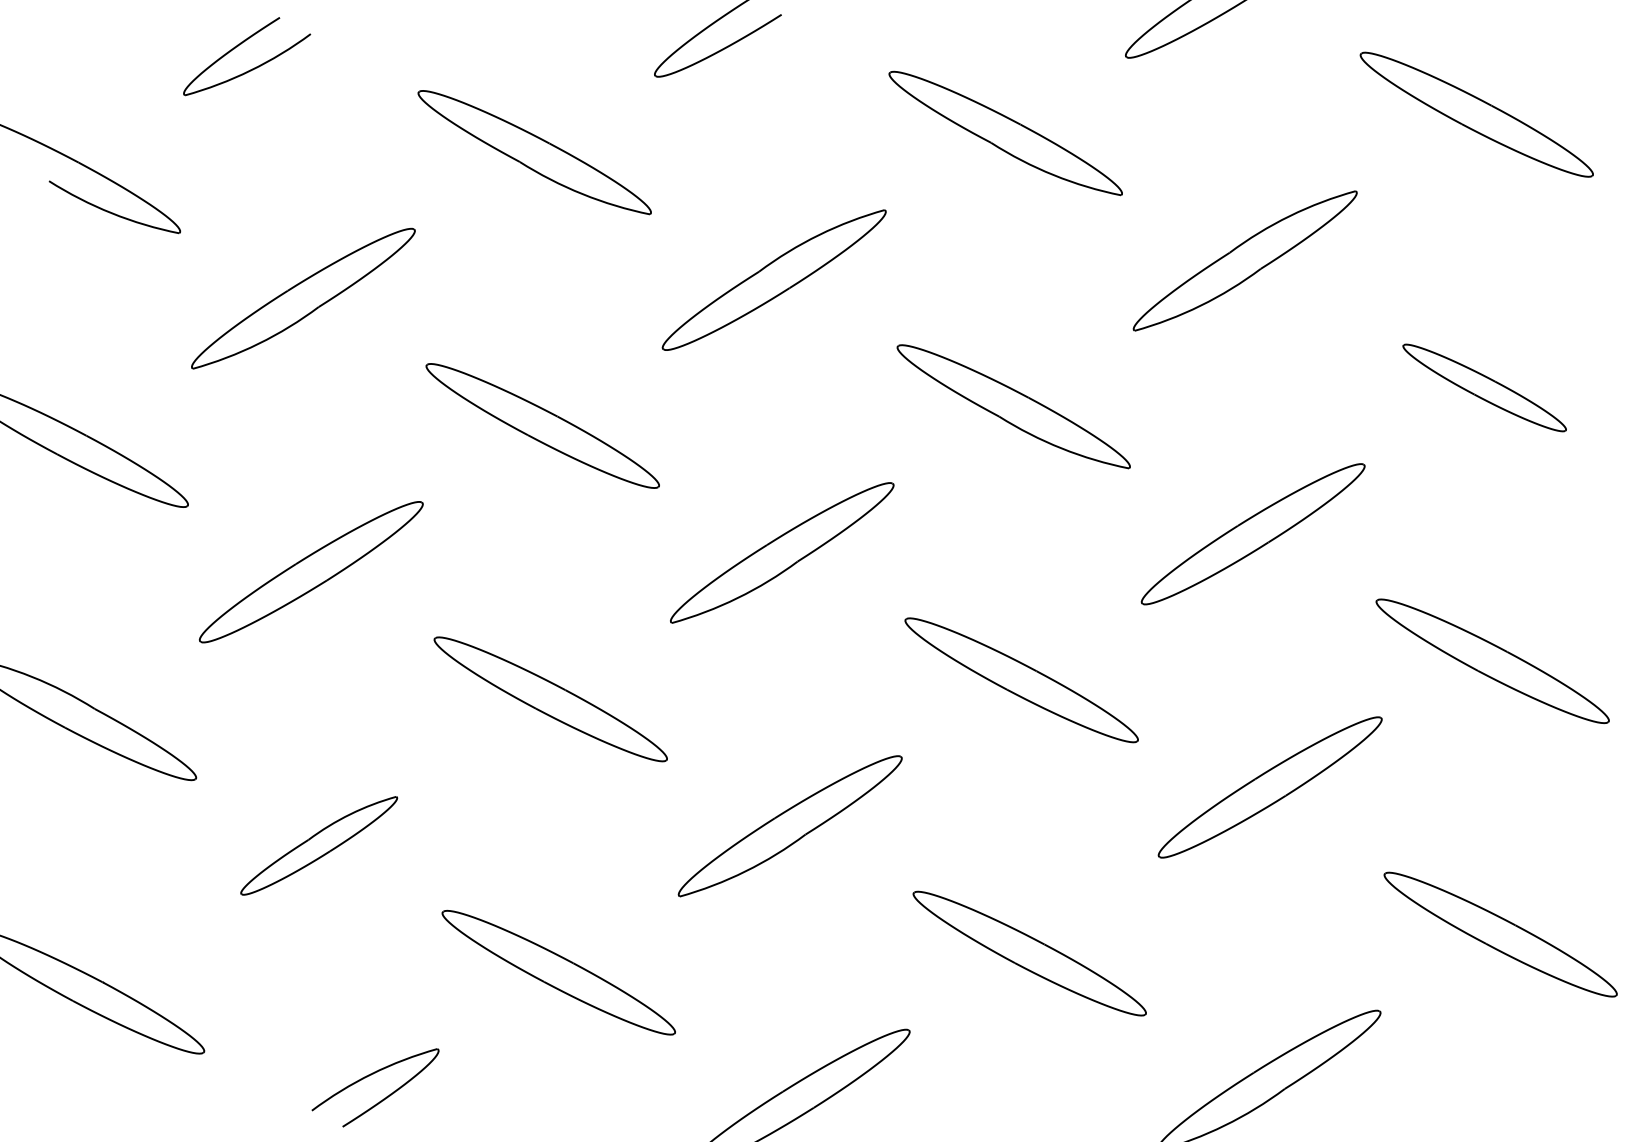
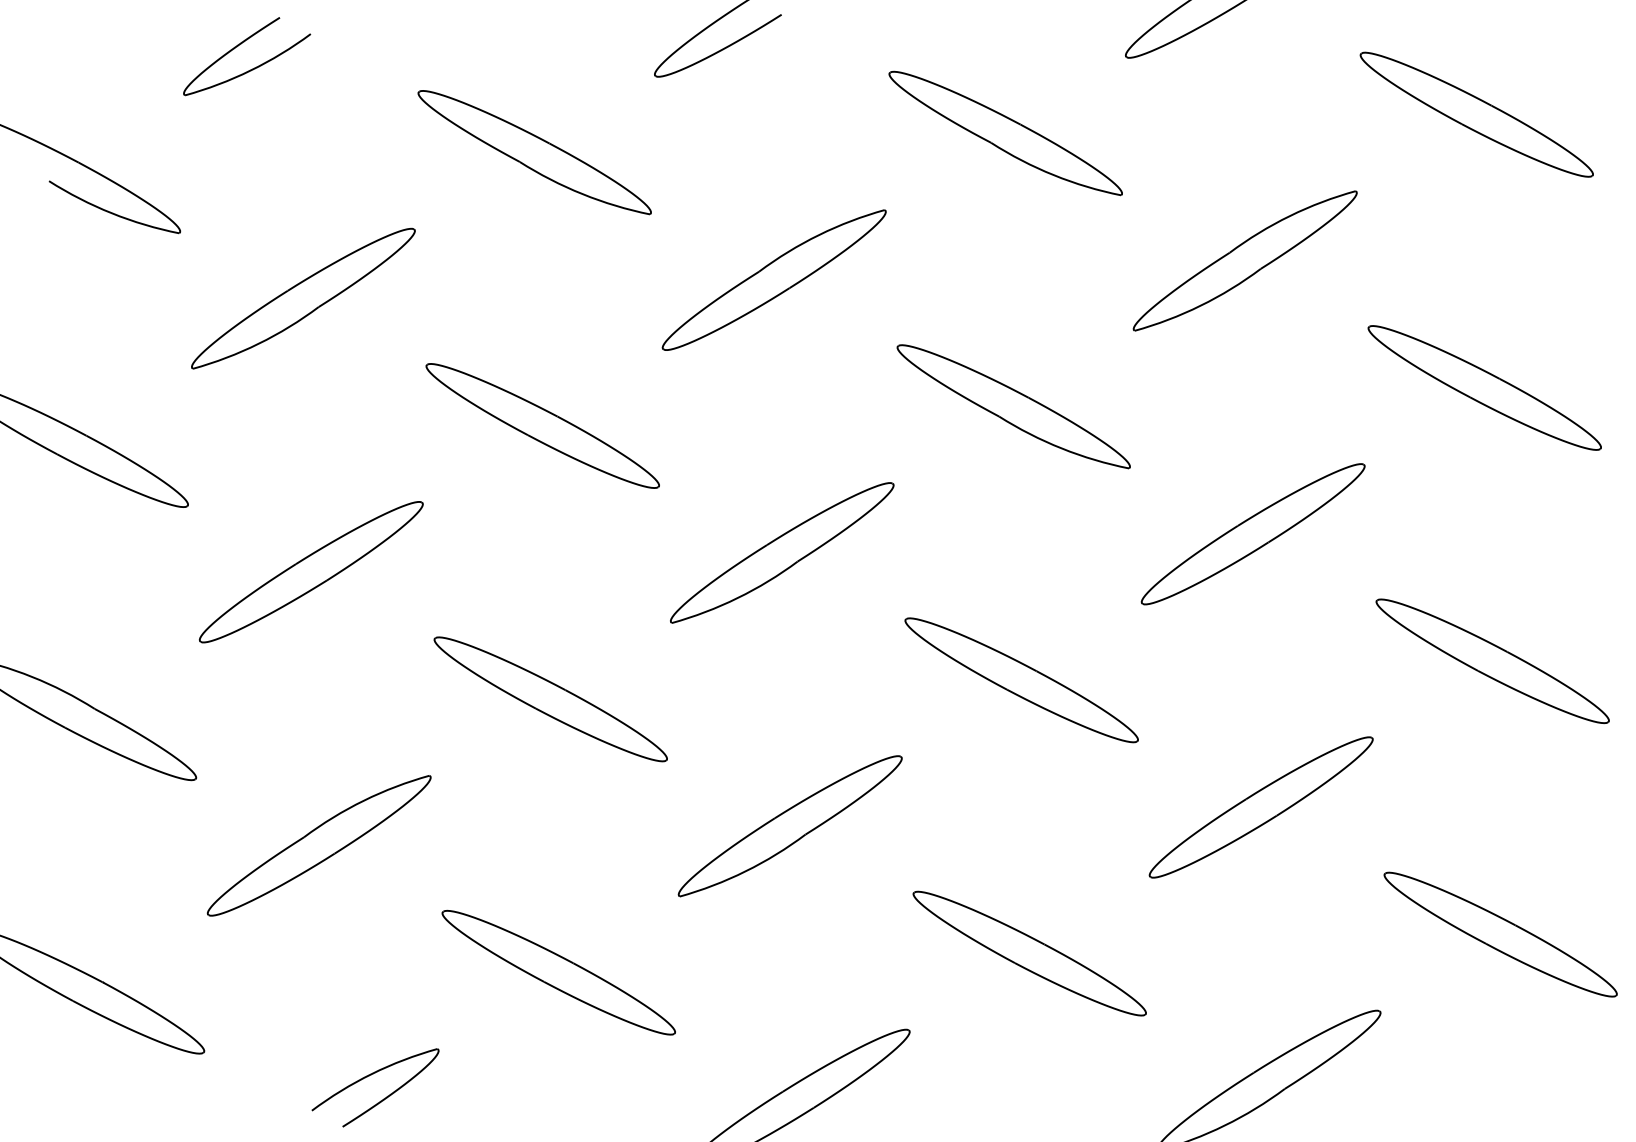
part at (1484, 387) size: 165x90 px -> 235x126 px
part at (1269, 787) position: (1269, 787) -> (1260, 807)
part at (319, 845) size: 159x100 px -> 226x142 px
